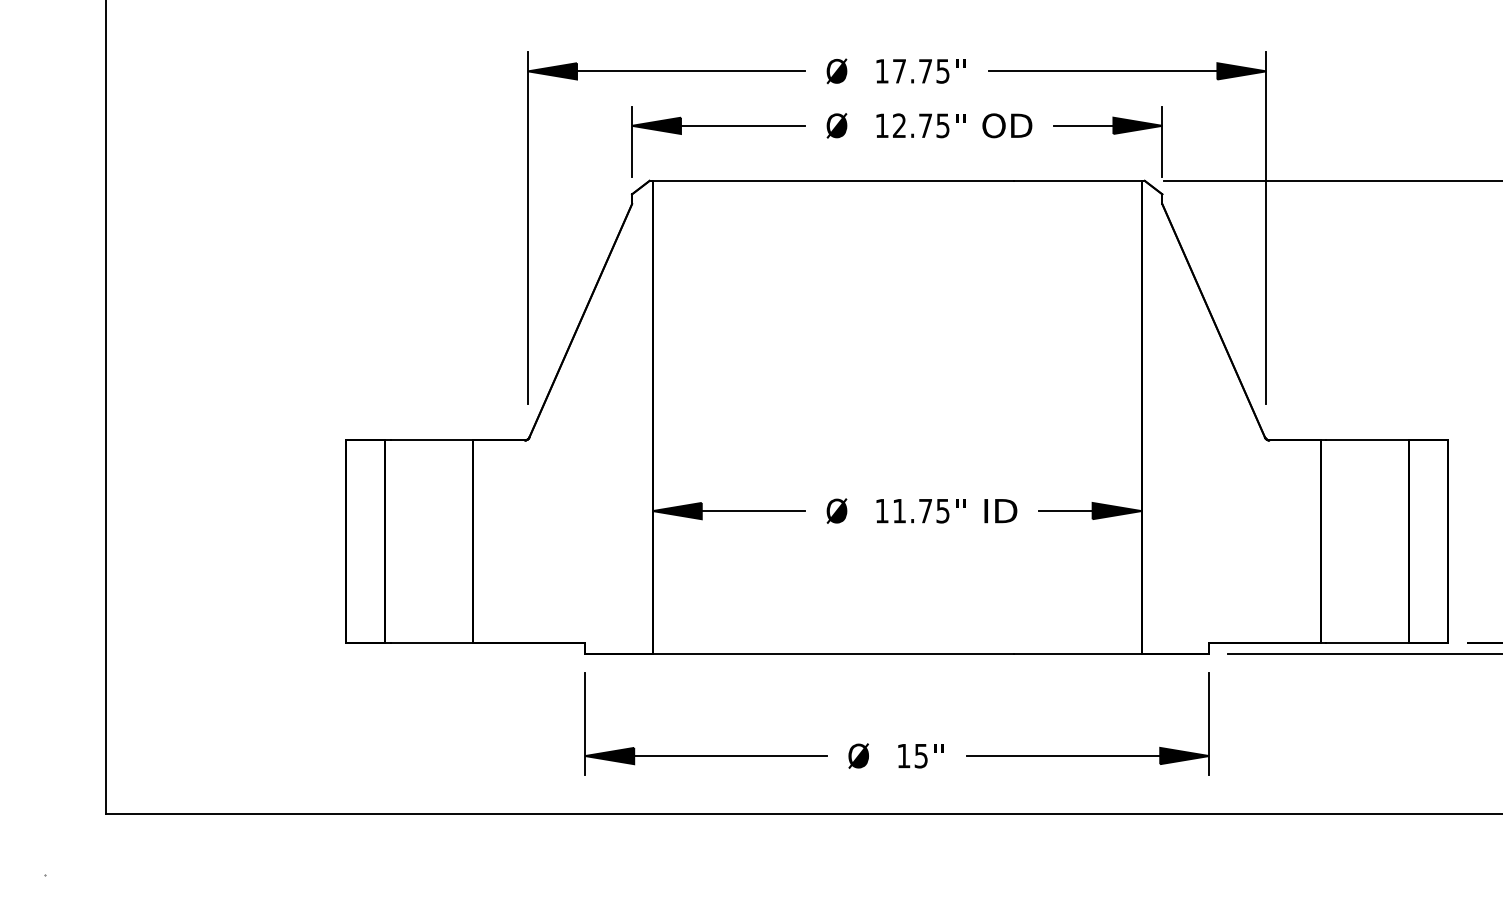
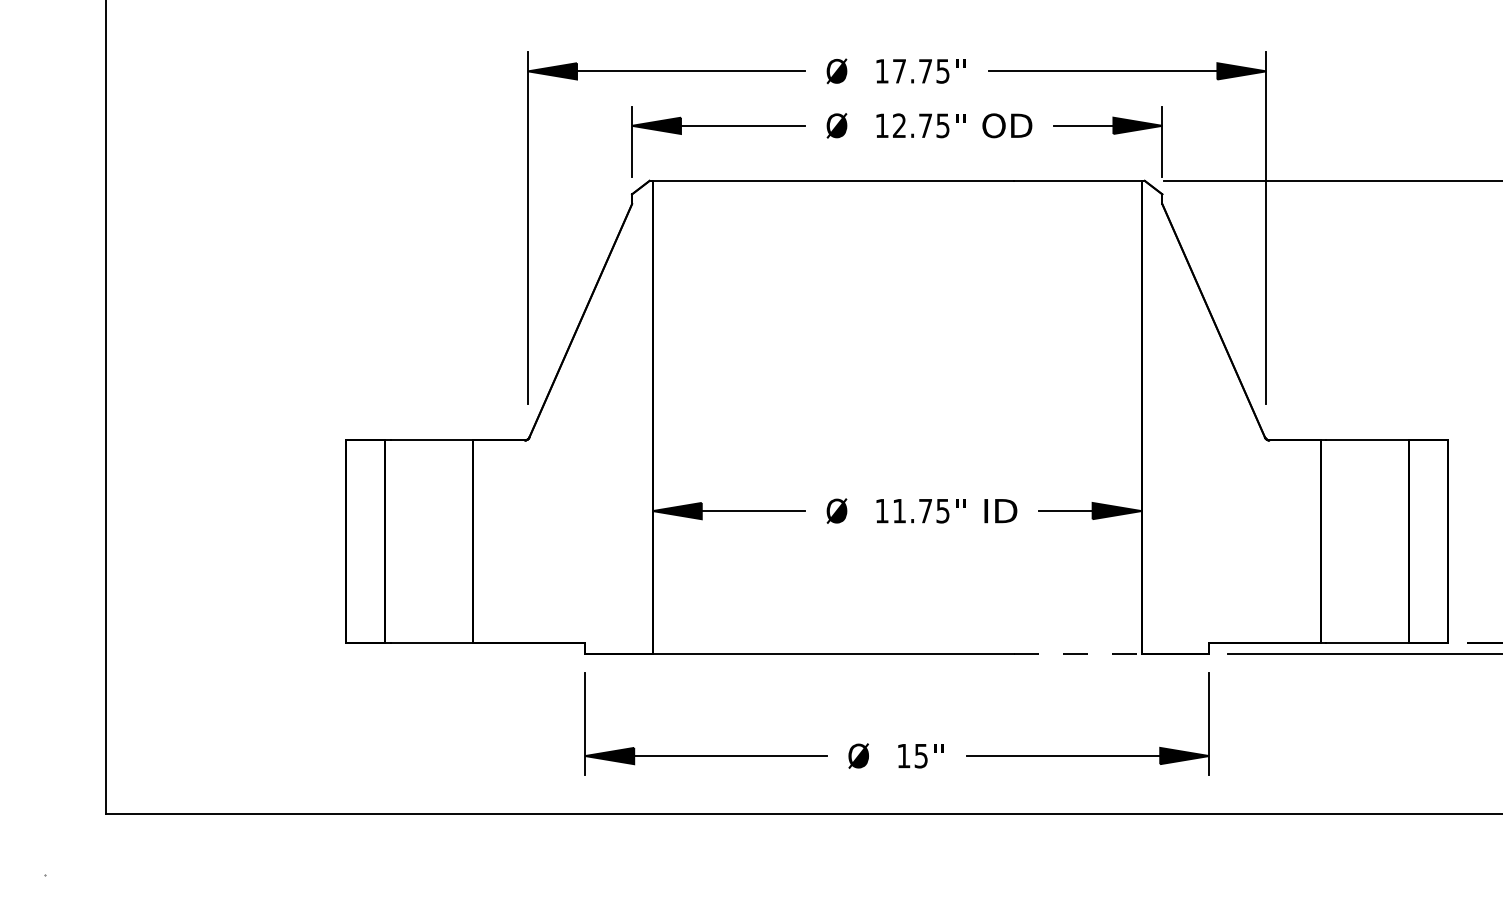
line at (1077, 653): solid -> dashed
